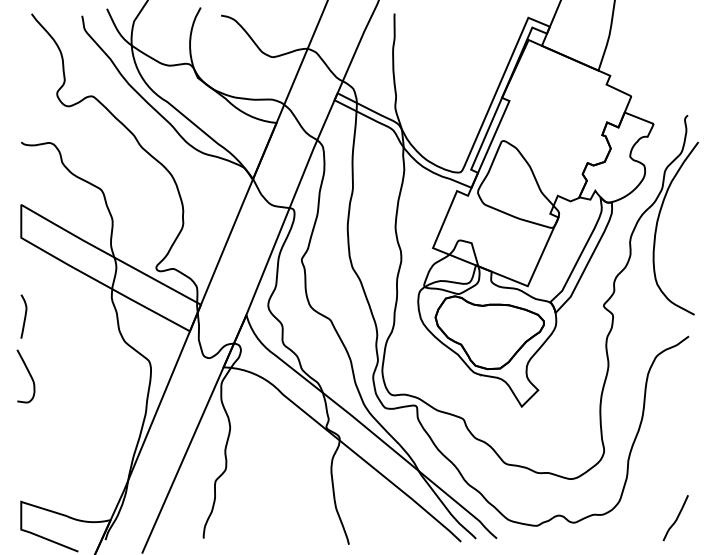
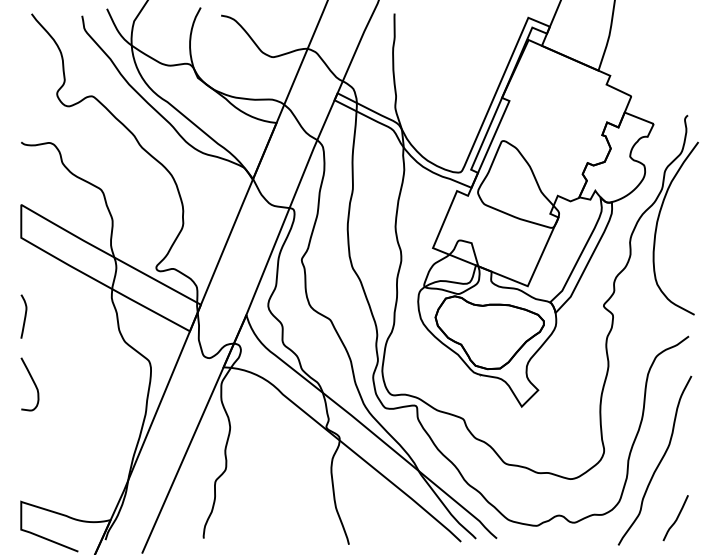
curve at (29, 375) position: (29, 375) -> (33, 383)
curve at (658, 463): none -> present
